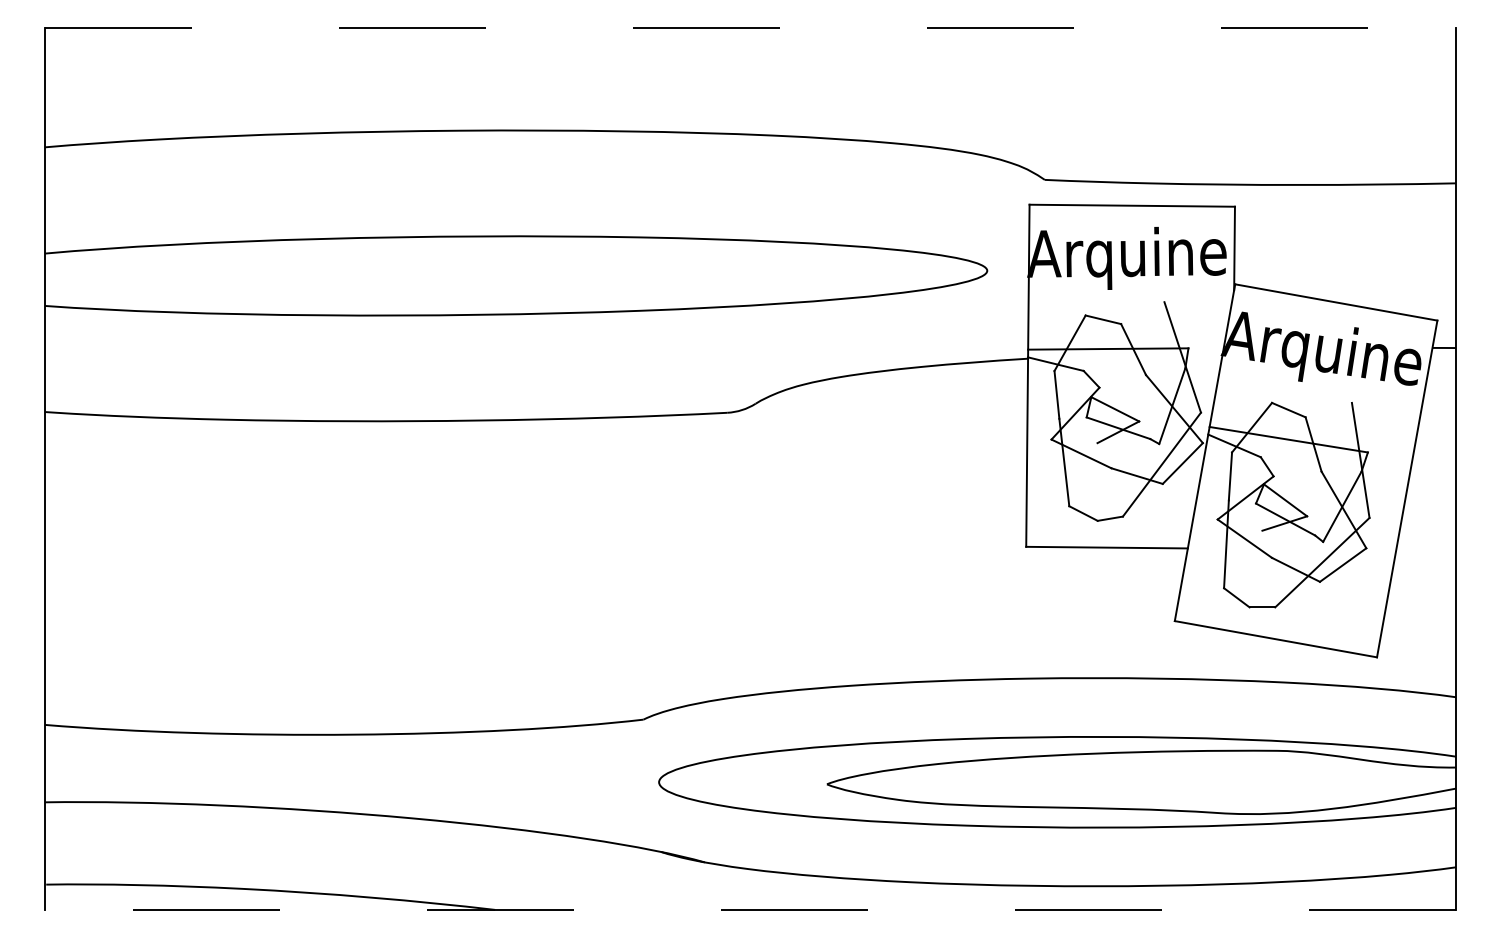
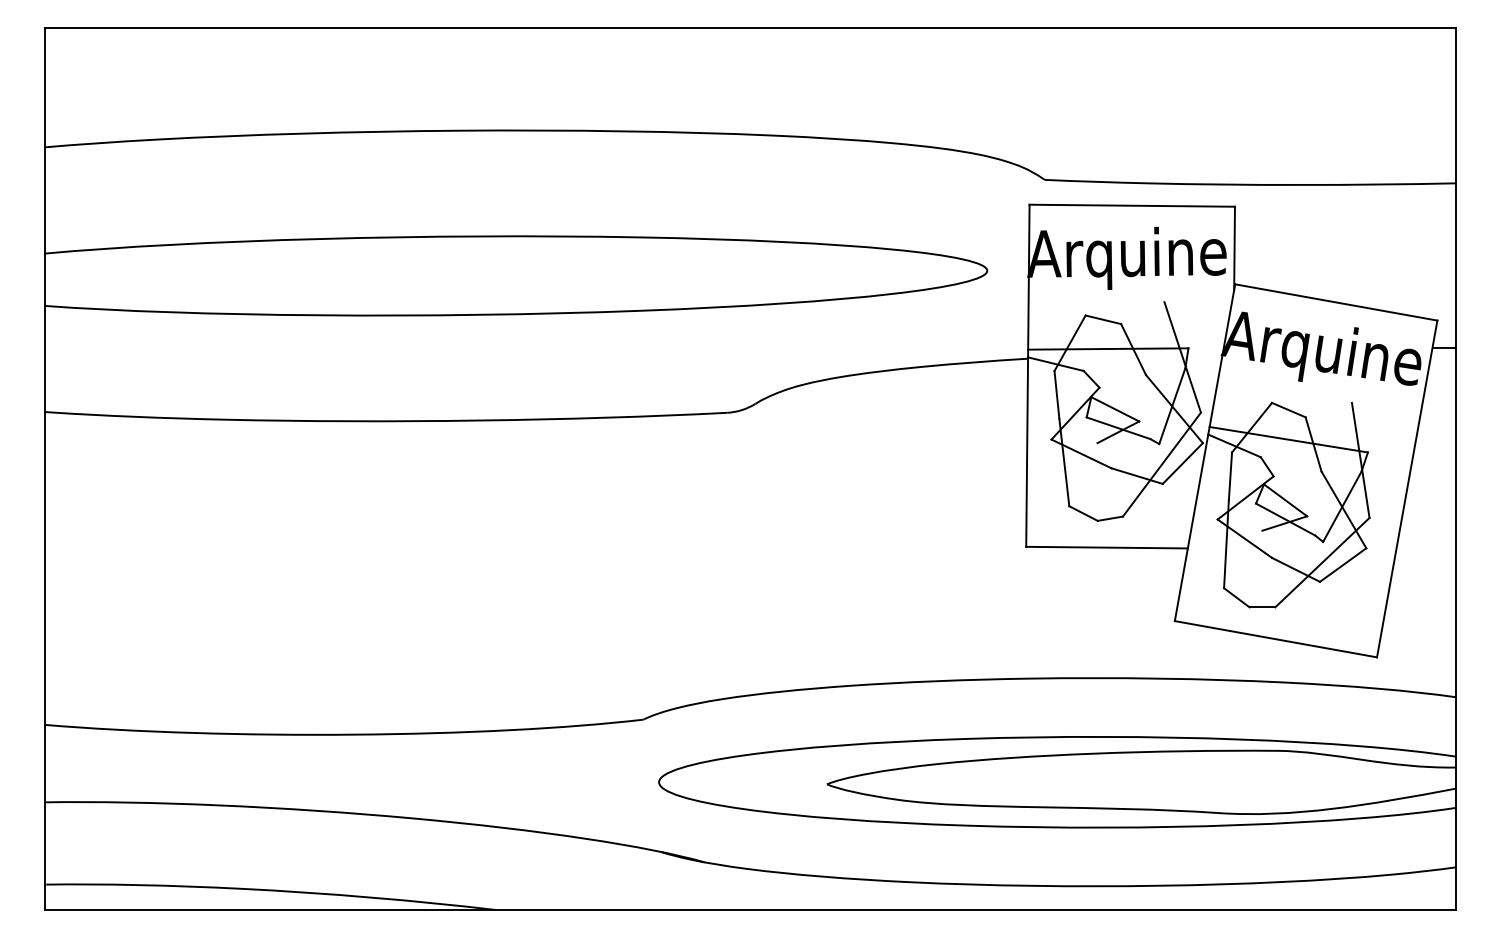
line at (750, 28): dashed -> solid
line at (749, 909): dashed -> solid
